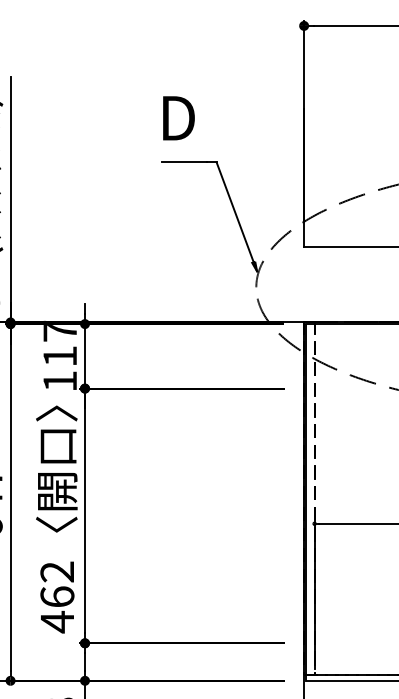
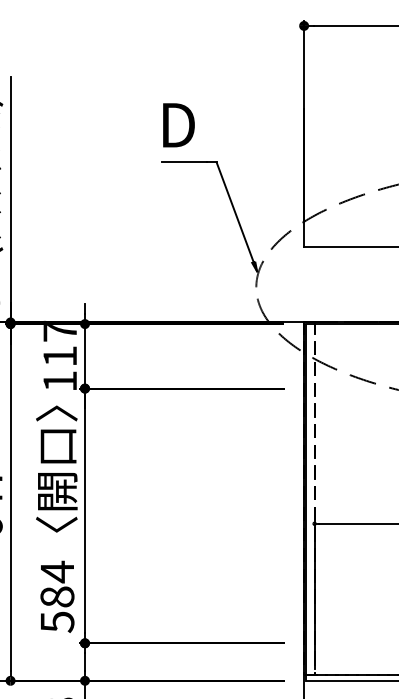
text at (178, 118) position: (178, 118) -> (178, 125)
text at (57, 596): 462 -> 584
